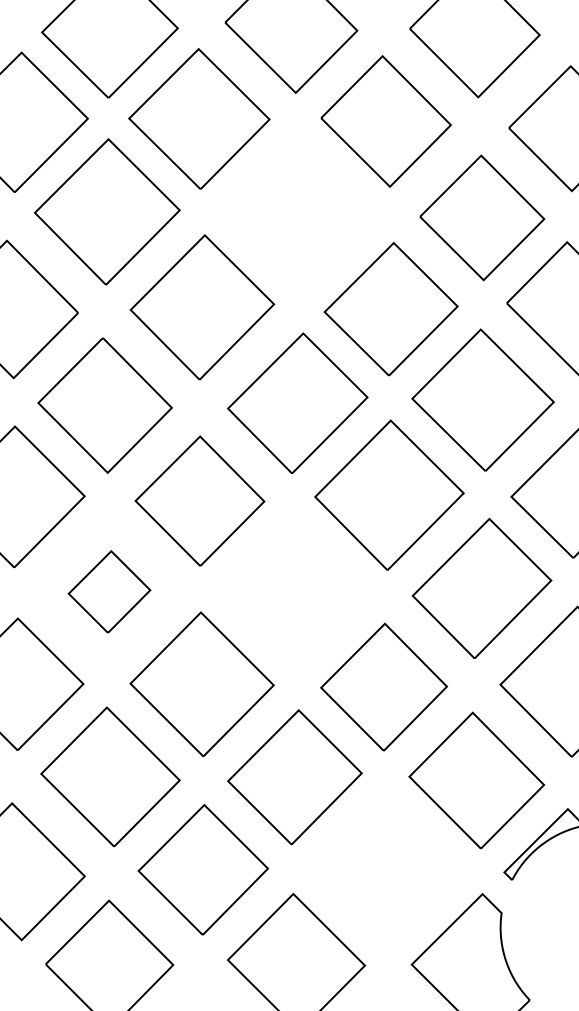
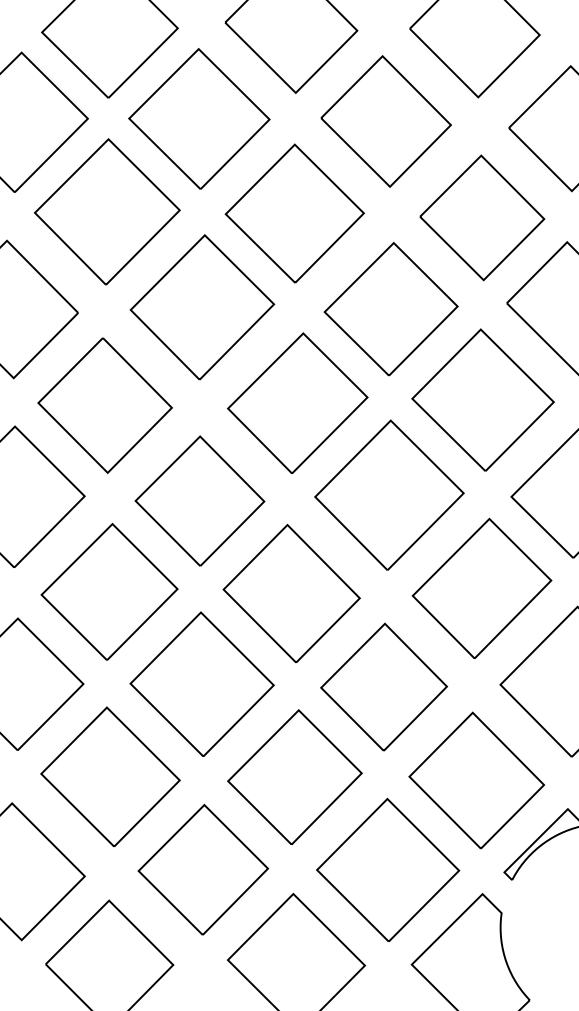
part at (294, 213): none -> present
part at (109, 591) size: 85x84 px -> 139x138 px
part at (291, 593): none -> present
part at (388, 869): none -> present
